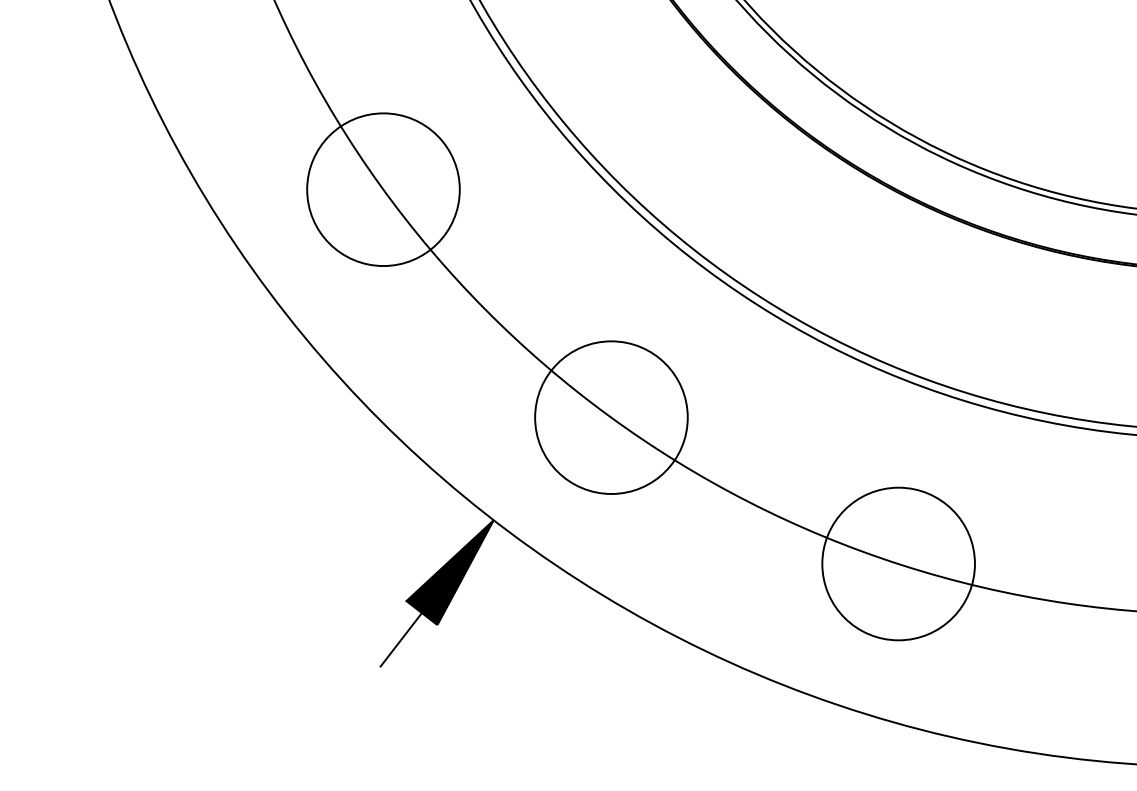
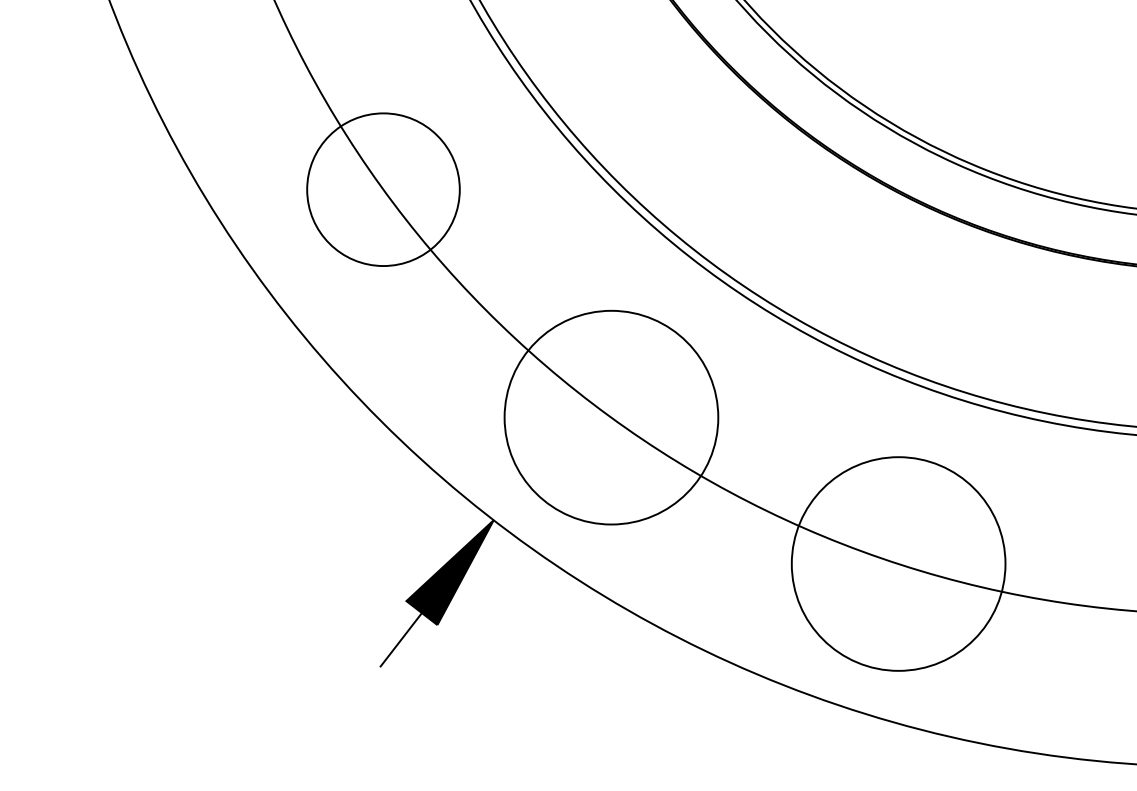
circle at (611, 417) diameter: 153 px -> 214 px
circle at (898, 563) diameter: 153 px -> 214 px
